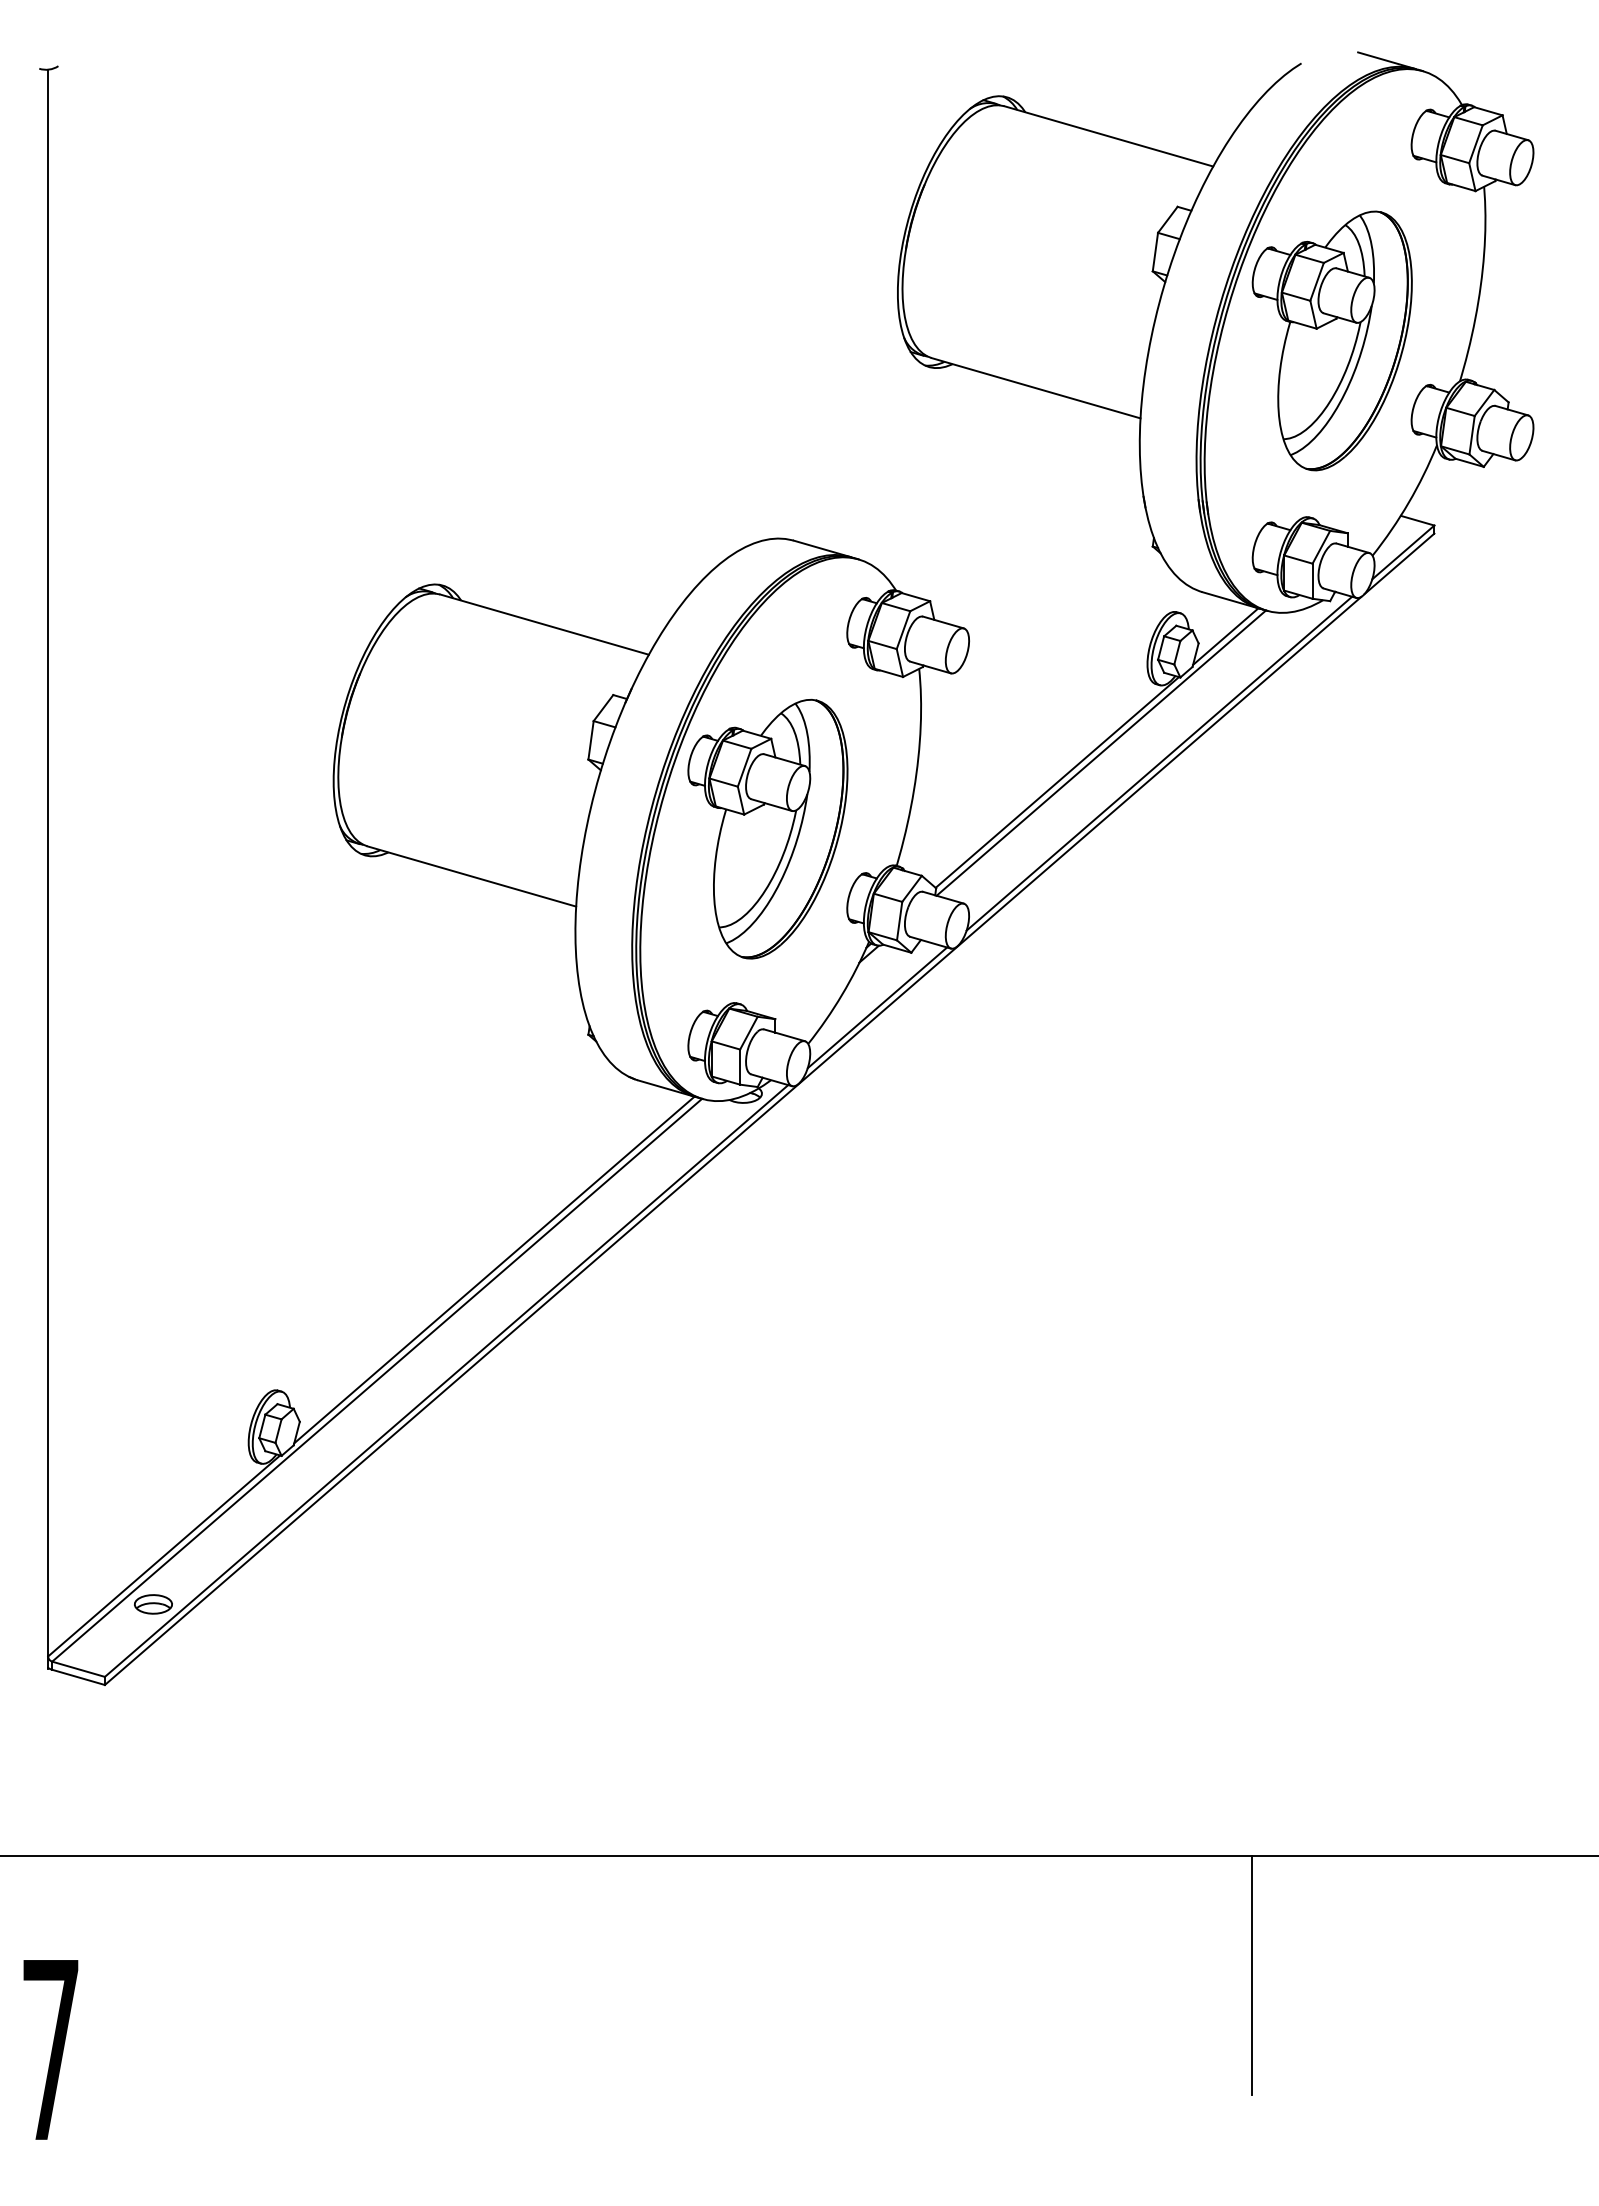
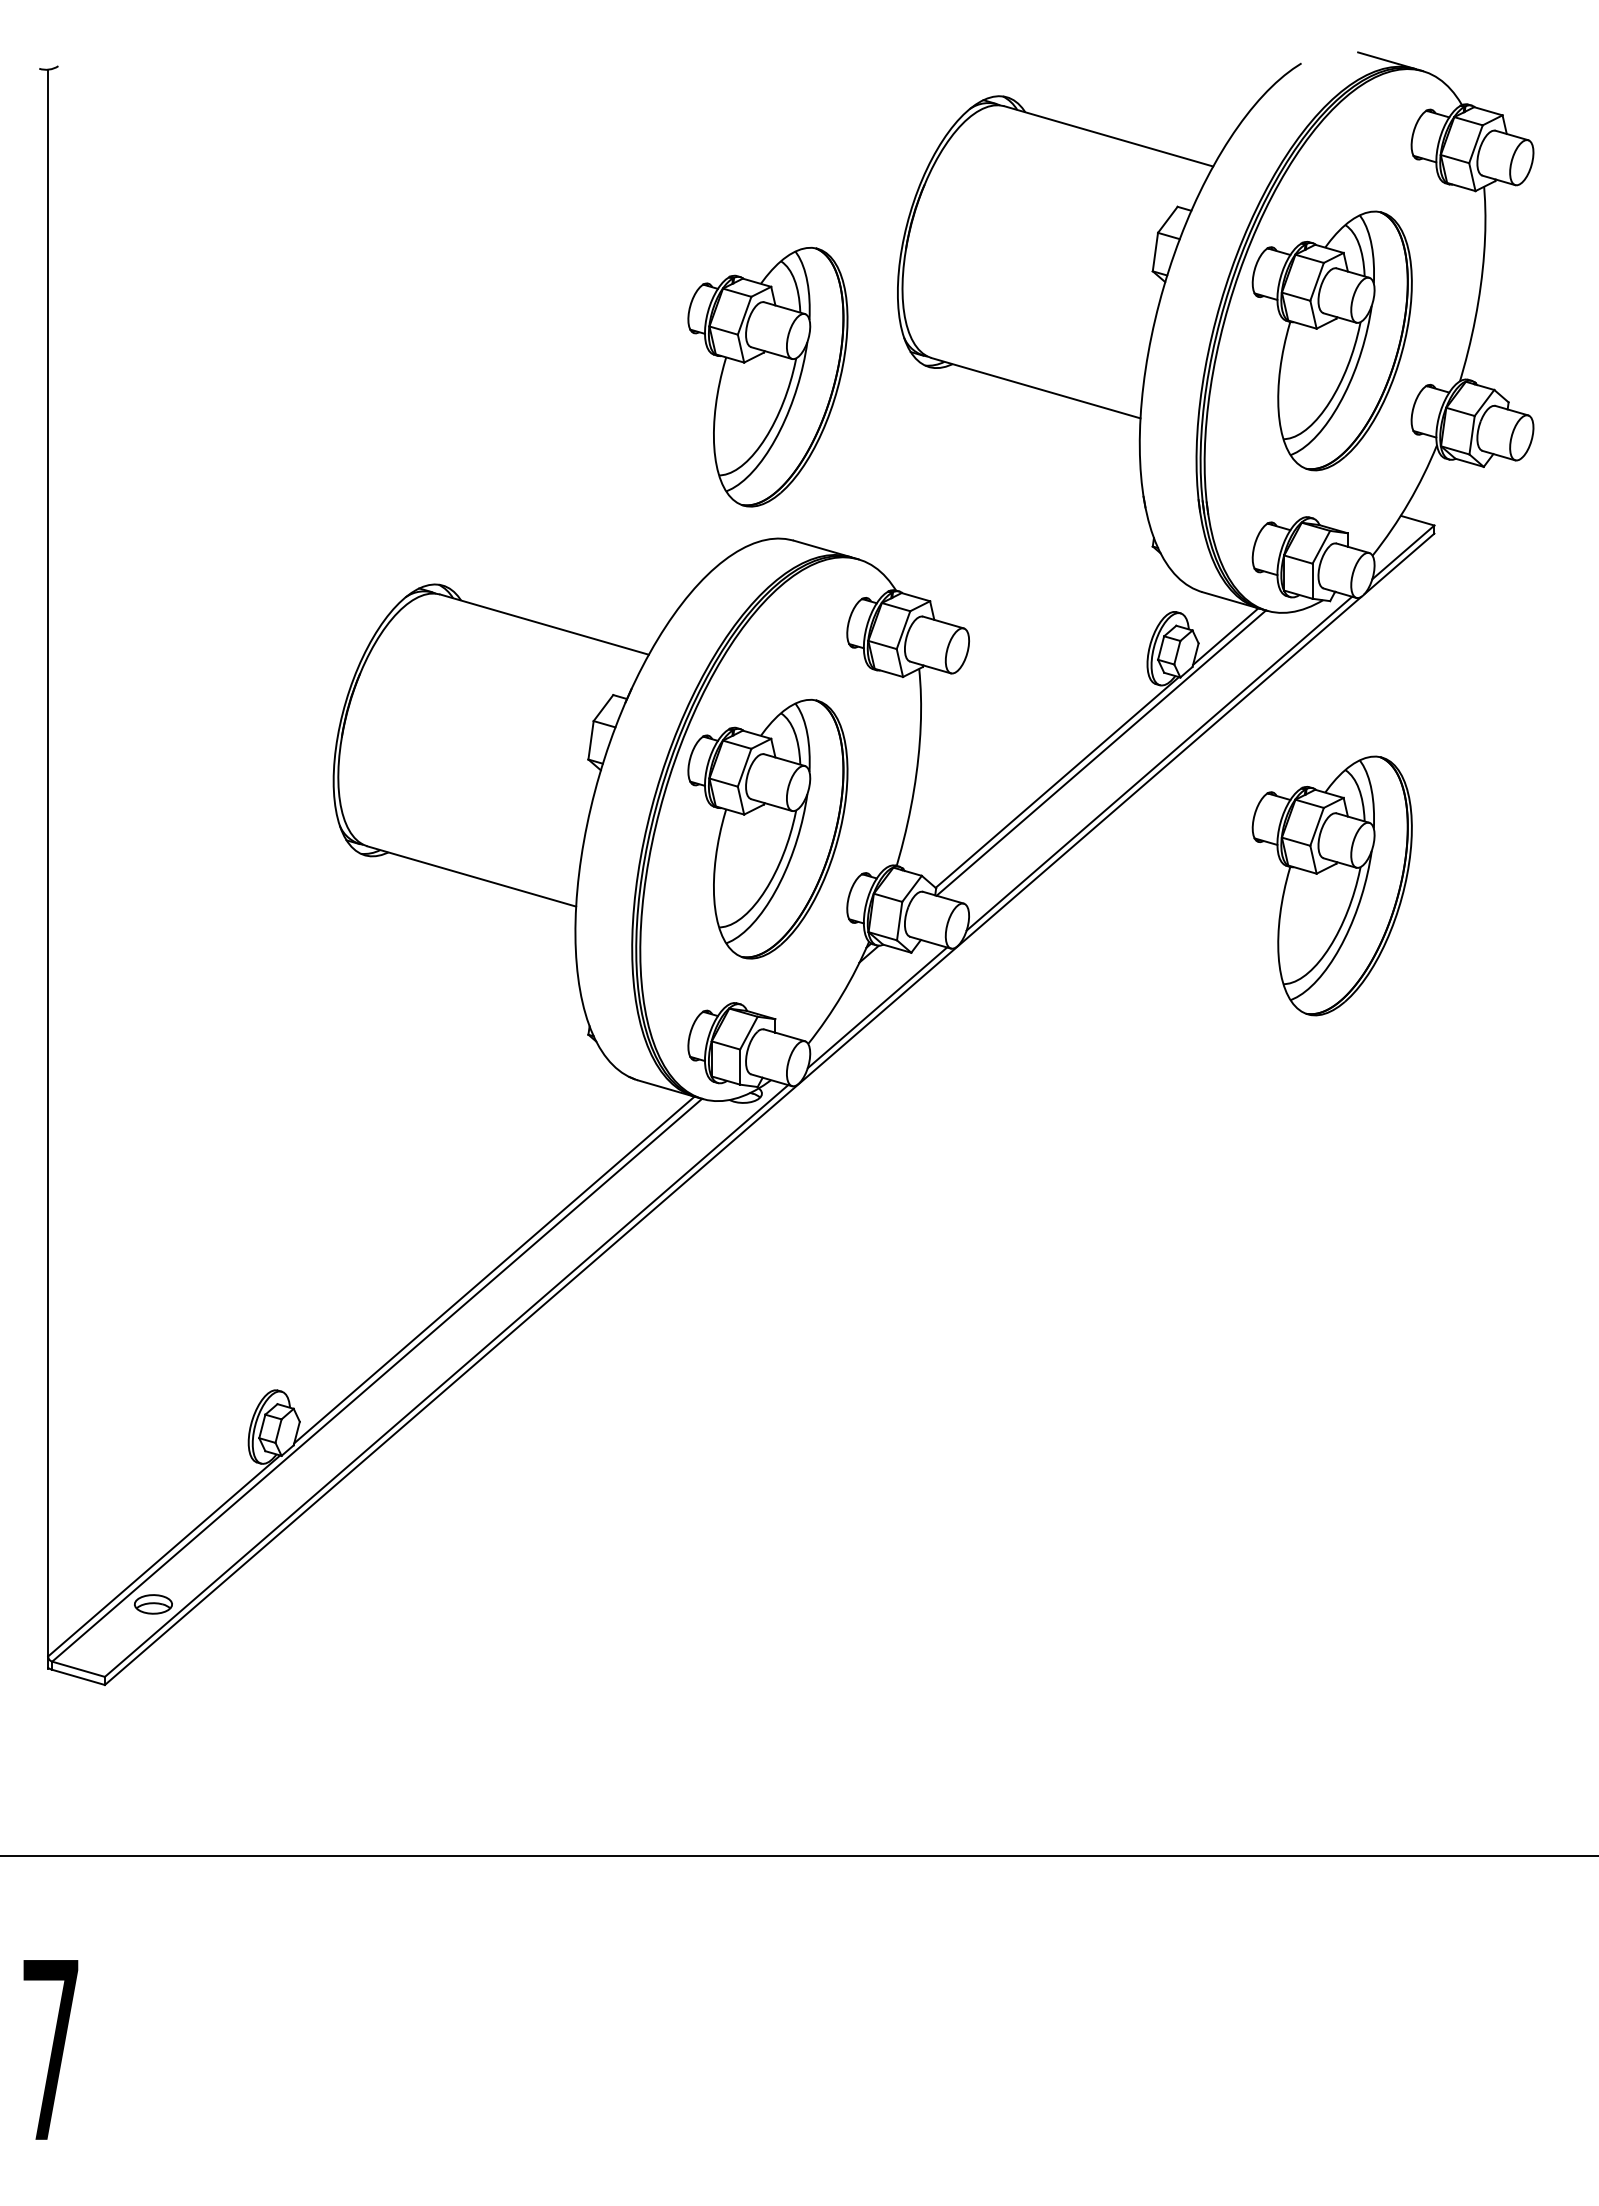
part at (767, 376): none -> present
part at (1331, 885): none -> present
line at (1252, 1975): present -> none
